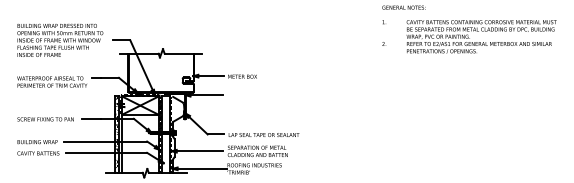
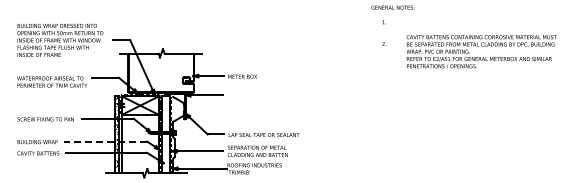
text at (403, 7) position: (403, 7) -> (392, 7)
text at (481, 36) position: (481, 36) -> (481, 51)
line at (105, 141): solid -> dashed
